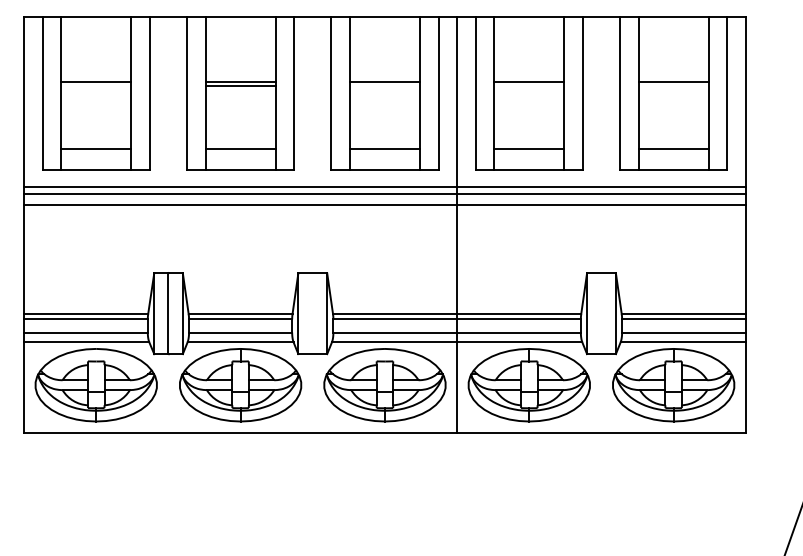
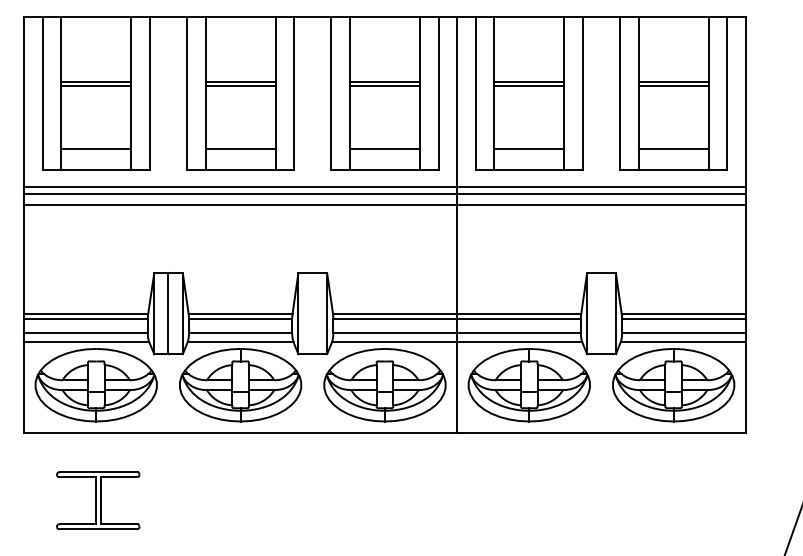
line at (96, 85): none -> present
line at (384, 85): none -> present
line at (529, 85): none -> present
line at (673, 85): none -> present
part at (98, 500): none -> present
